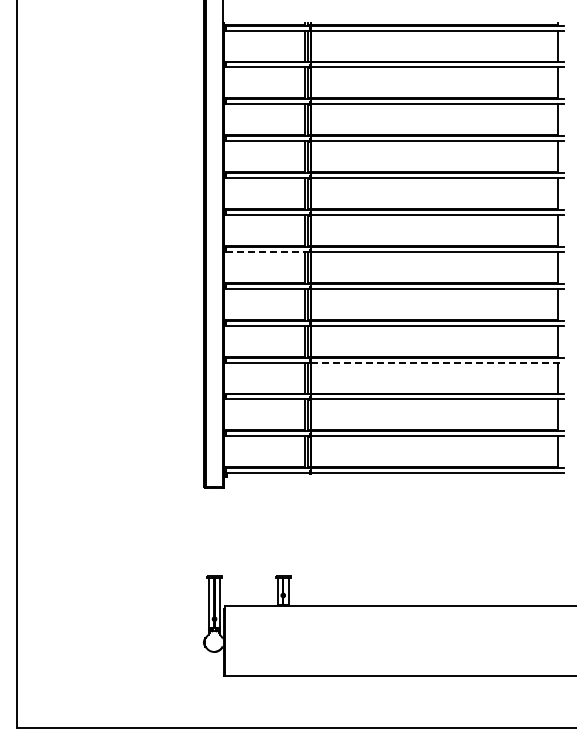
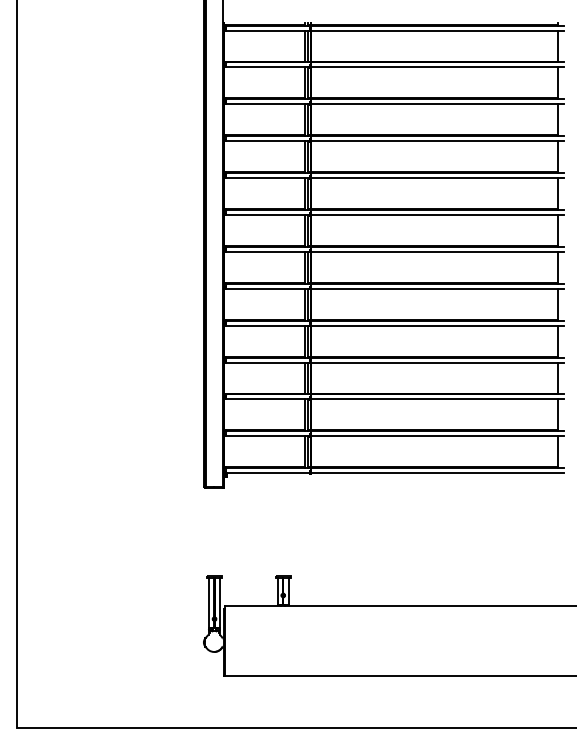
line at (268, 251): dashed -> solid
line at (438, 362): dashed -> solid
